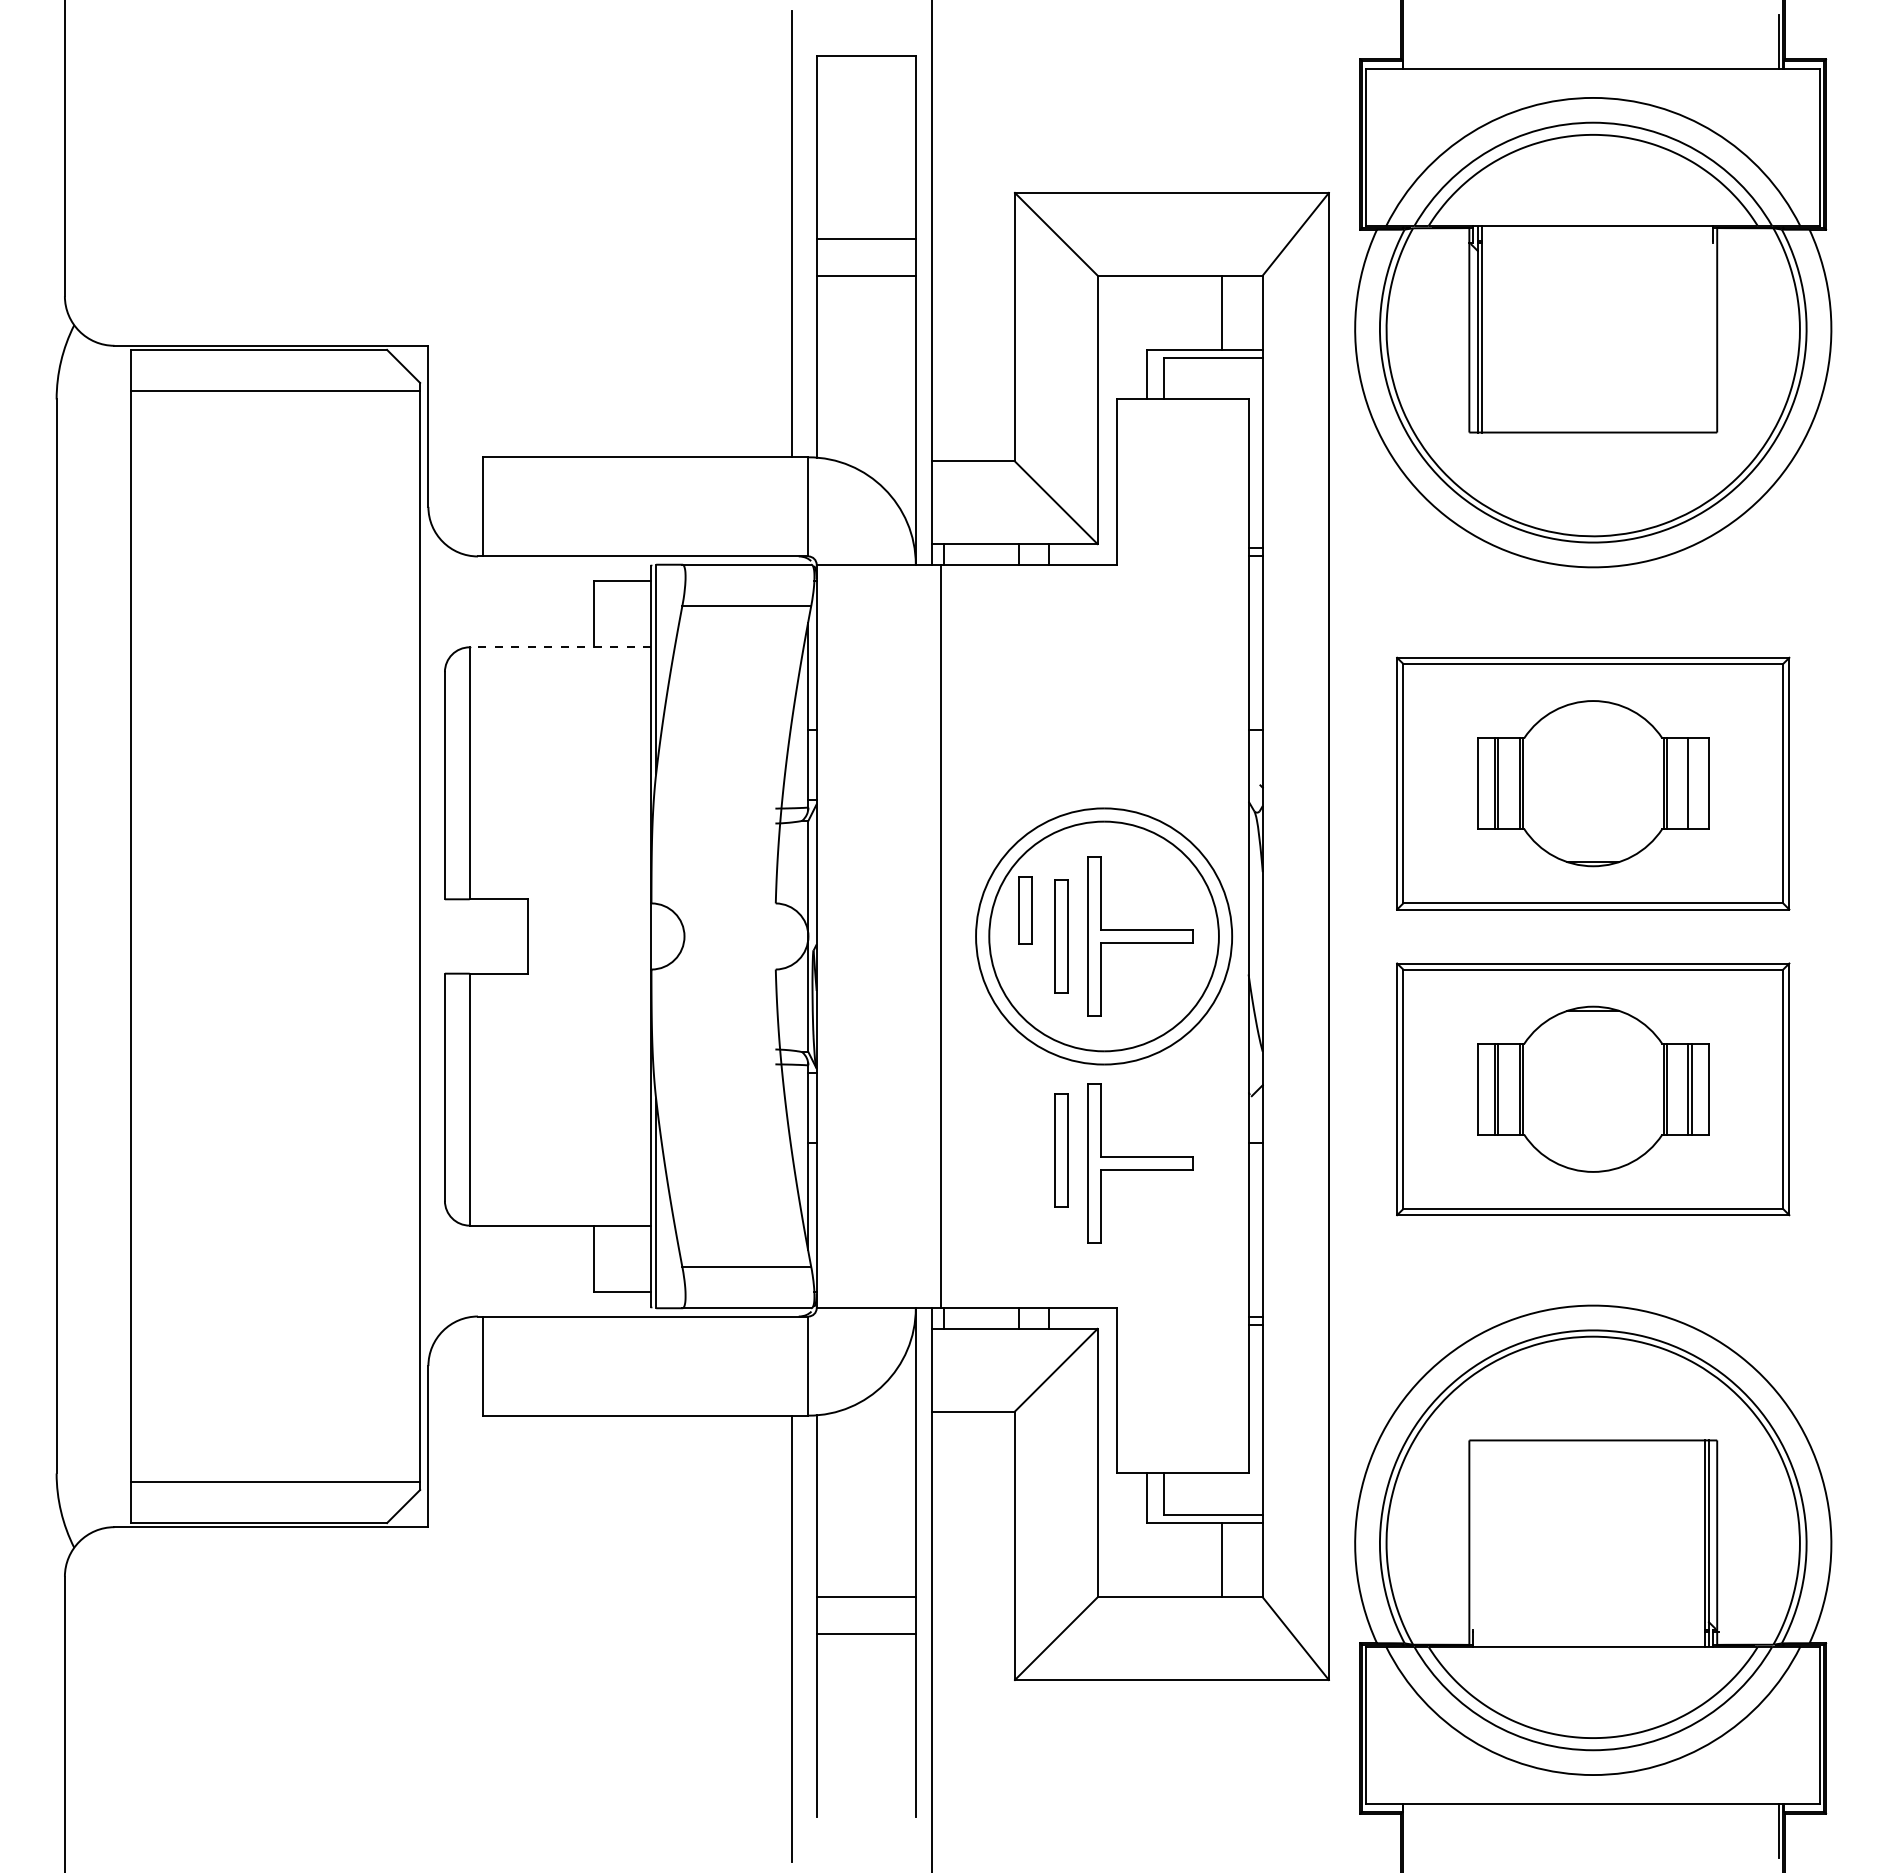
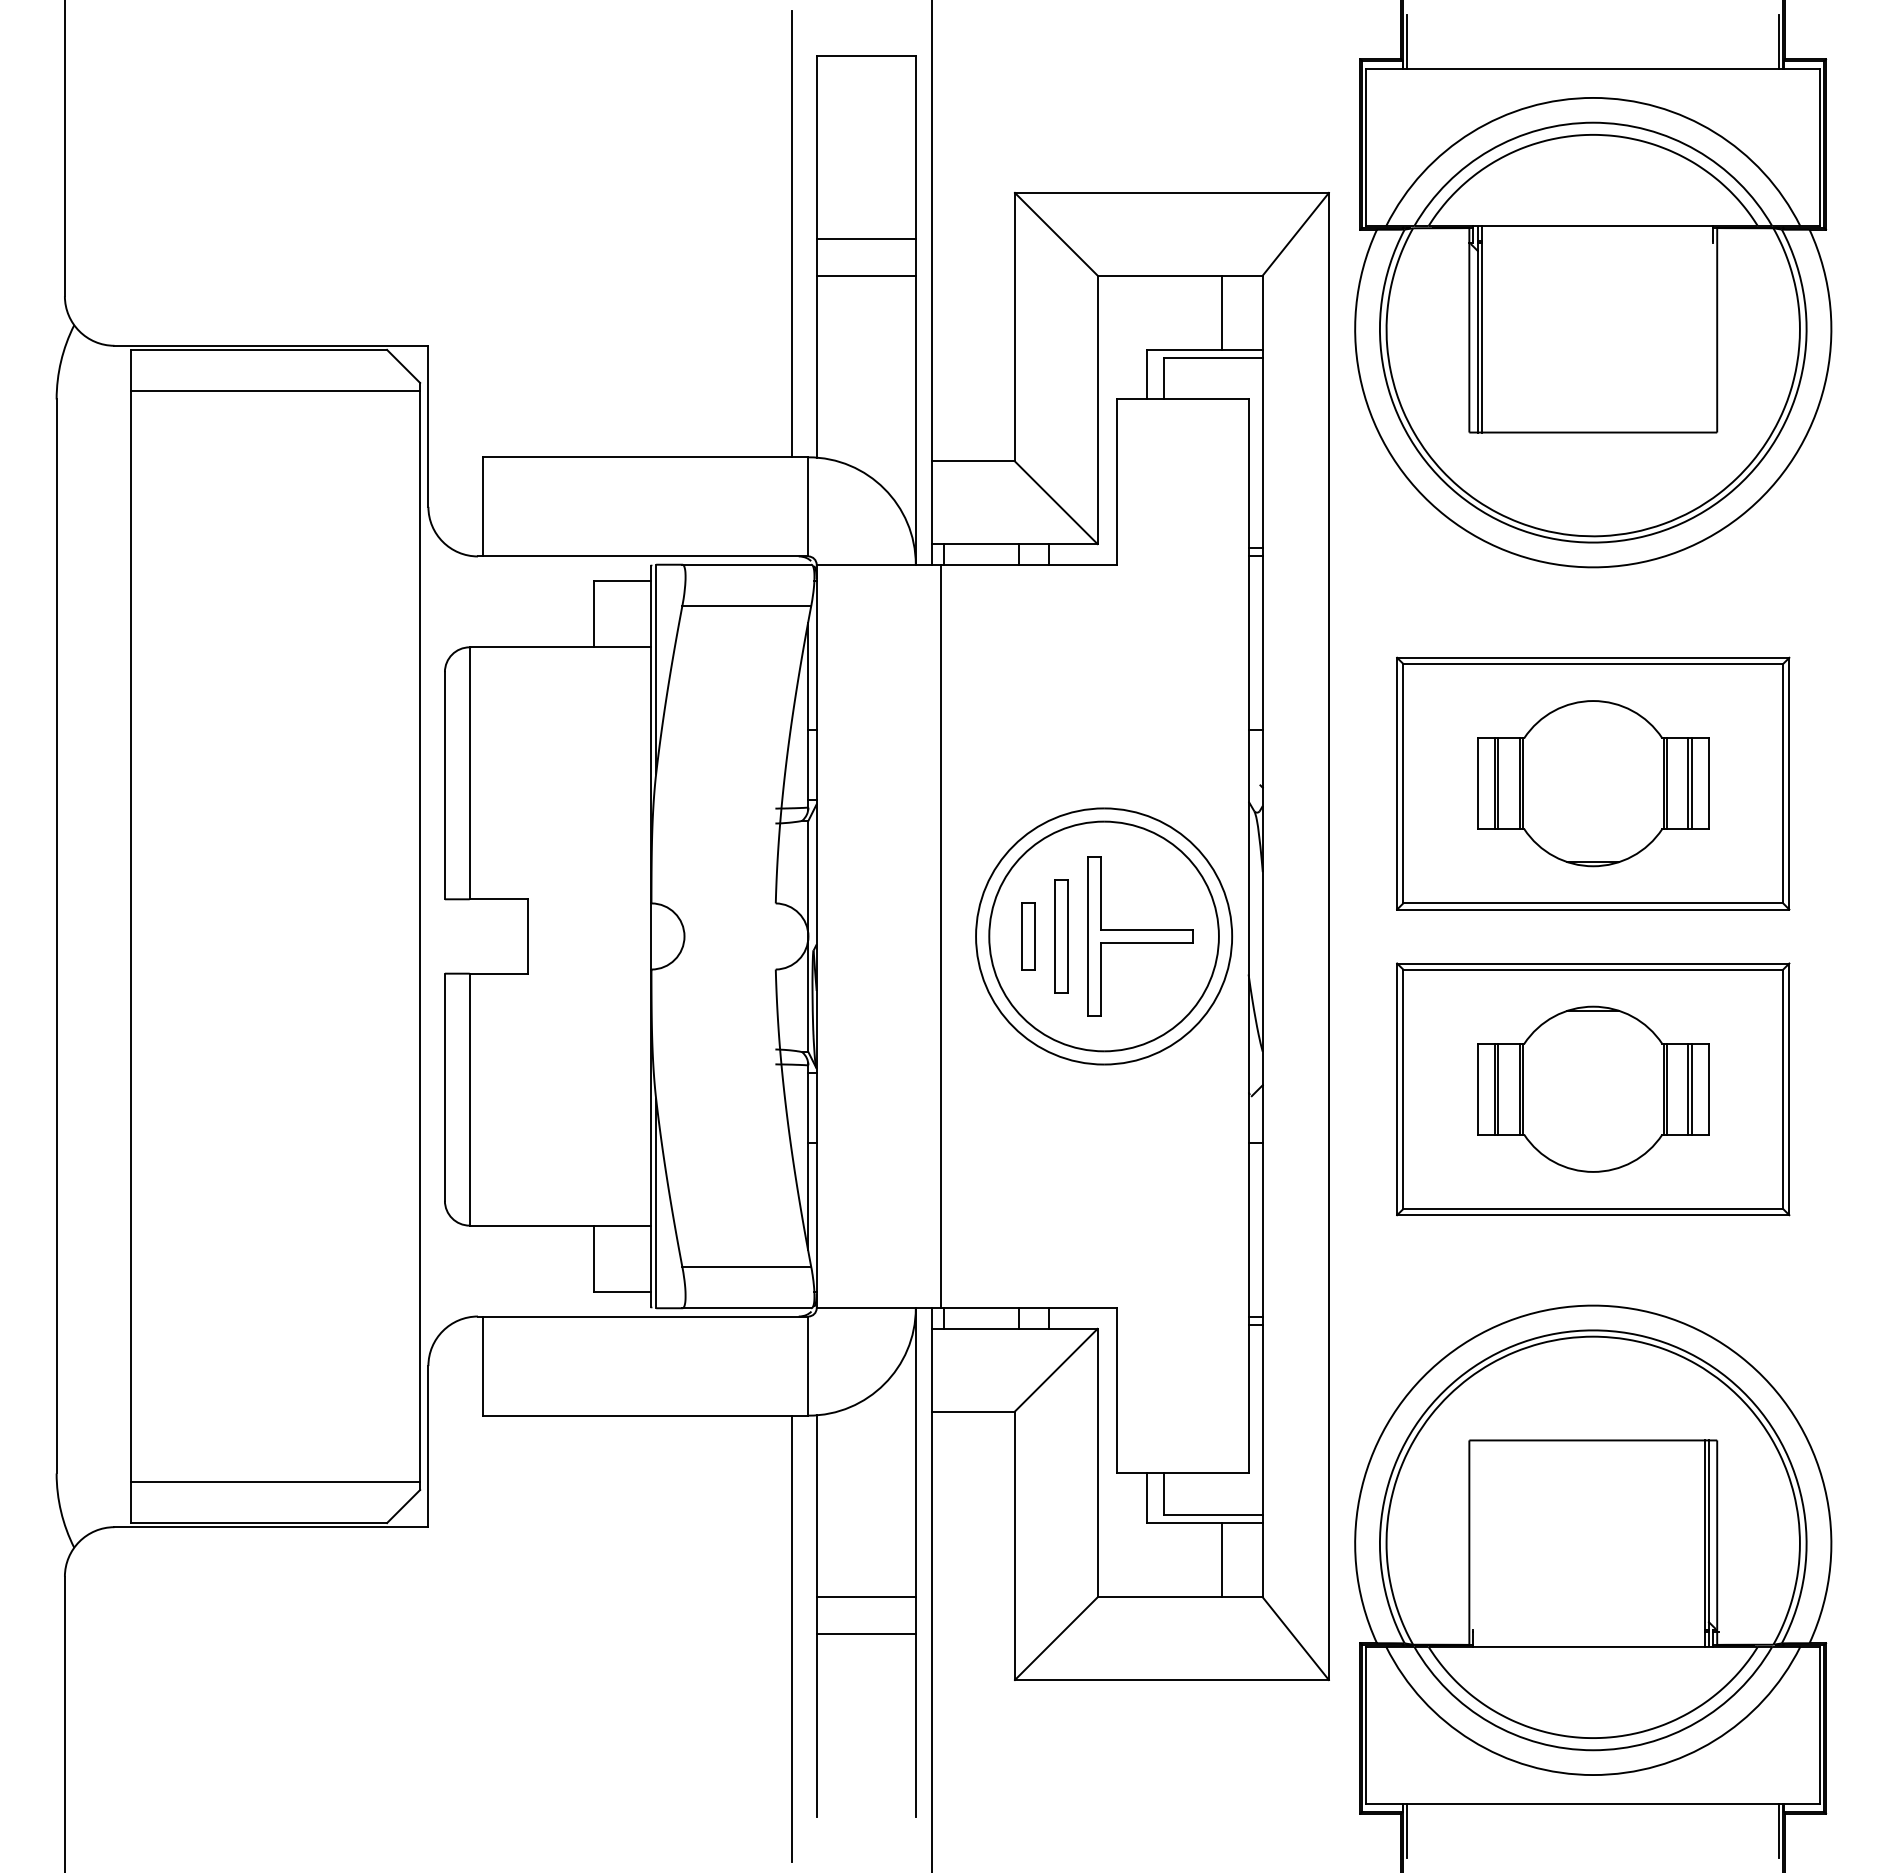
line at (1407, 42): none -> present
line at (560, 647): dashed -> solid
line at (1692, 783): none -> present
part at (1025, 910) position: (1025, 910) -> (1028, 936)
part at (1061, 1150): present -> none
part at (1140, 1163): present -> none
line at (1407, 1830): none -> present
